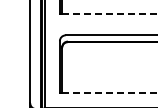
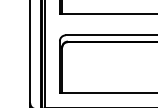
line at (110, 14): dashed -> solid
line at (110, 93): dashed -> solid
